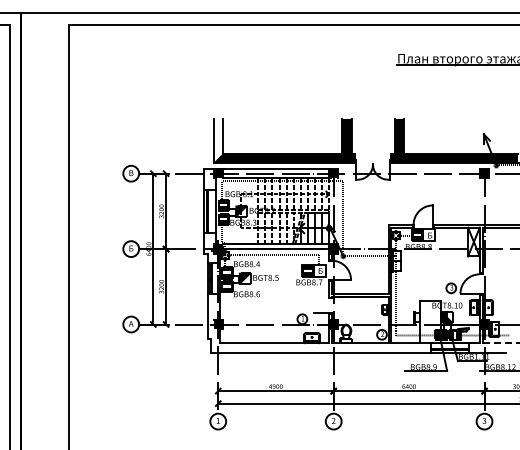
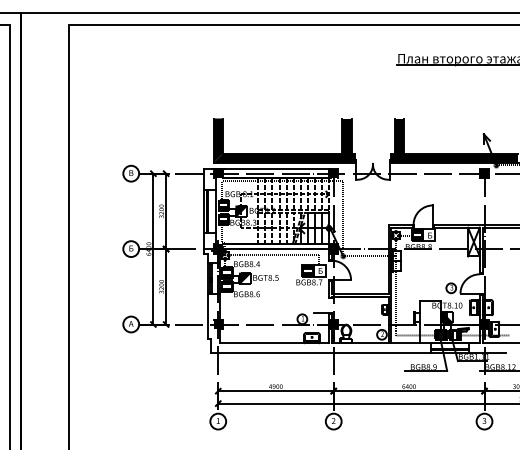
fill at (217, 140): none -> present
line at (501, 343): dashed -> solid
